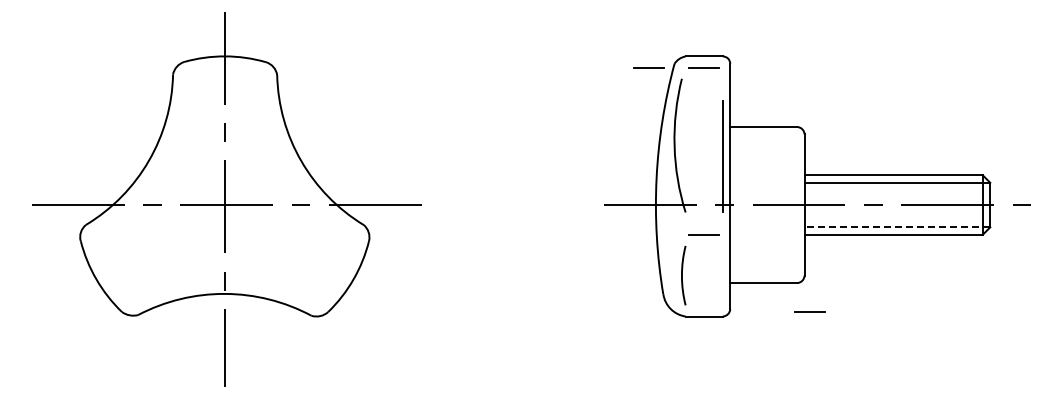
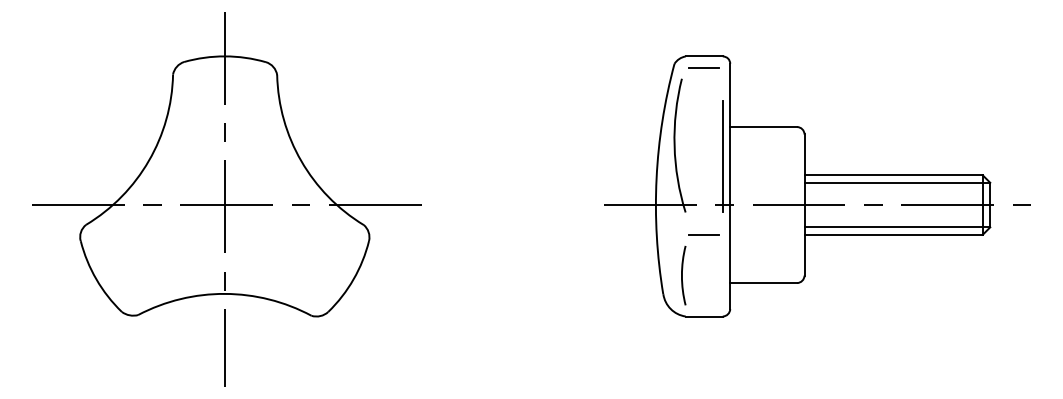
line at (648, 67): present -> none
line at (897, 227): dashed -> solid
line at (809, 311): present -> none
